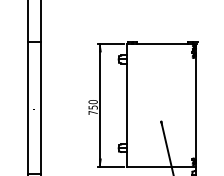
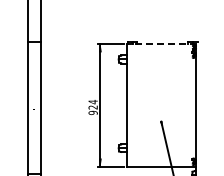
line at (161, 43): solid -> dashed
text at (92, 107): 750 -> 924
